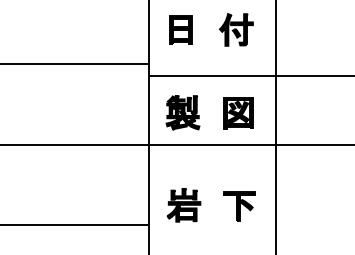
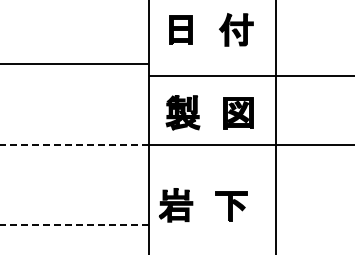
line at (75, 145): solid -> dashed
part at (201, 205) position: (201, 205) -> (193, 205)
line at (75, 224): solid -> dashed
